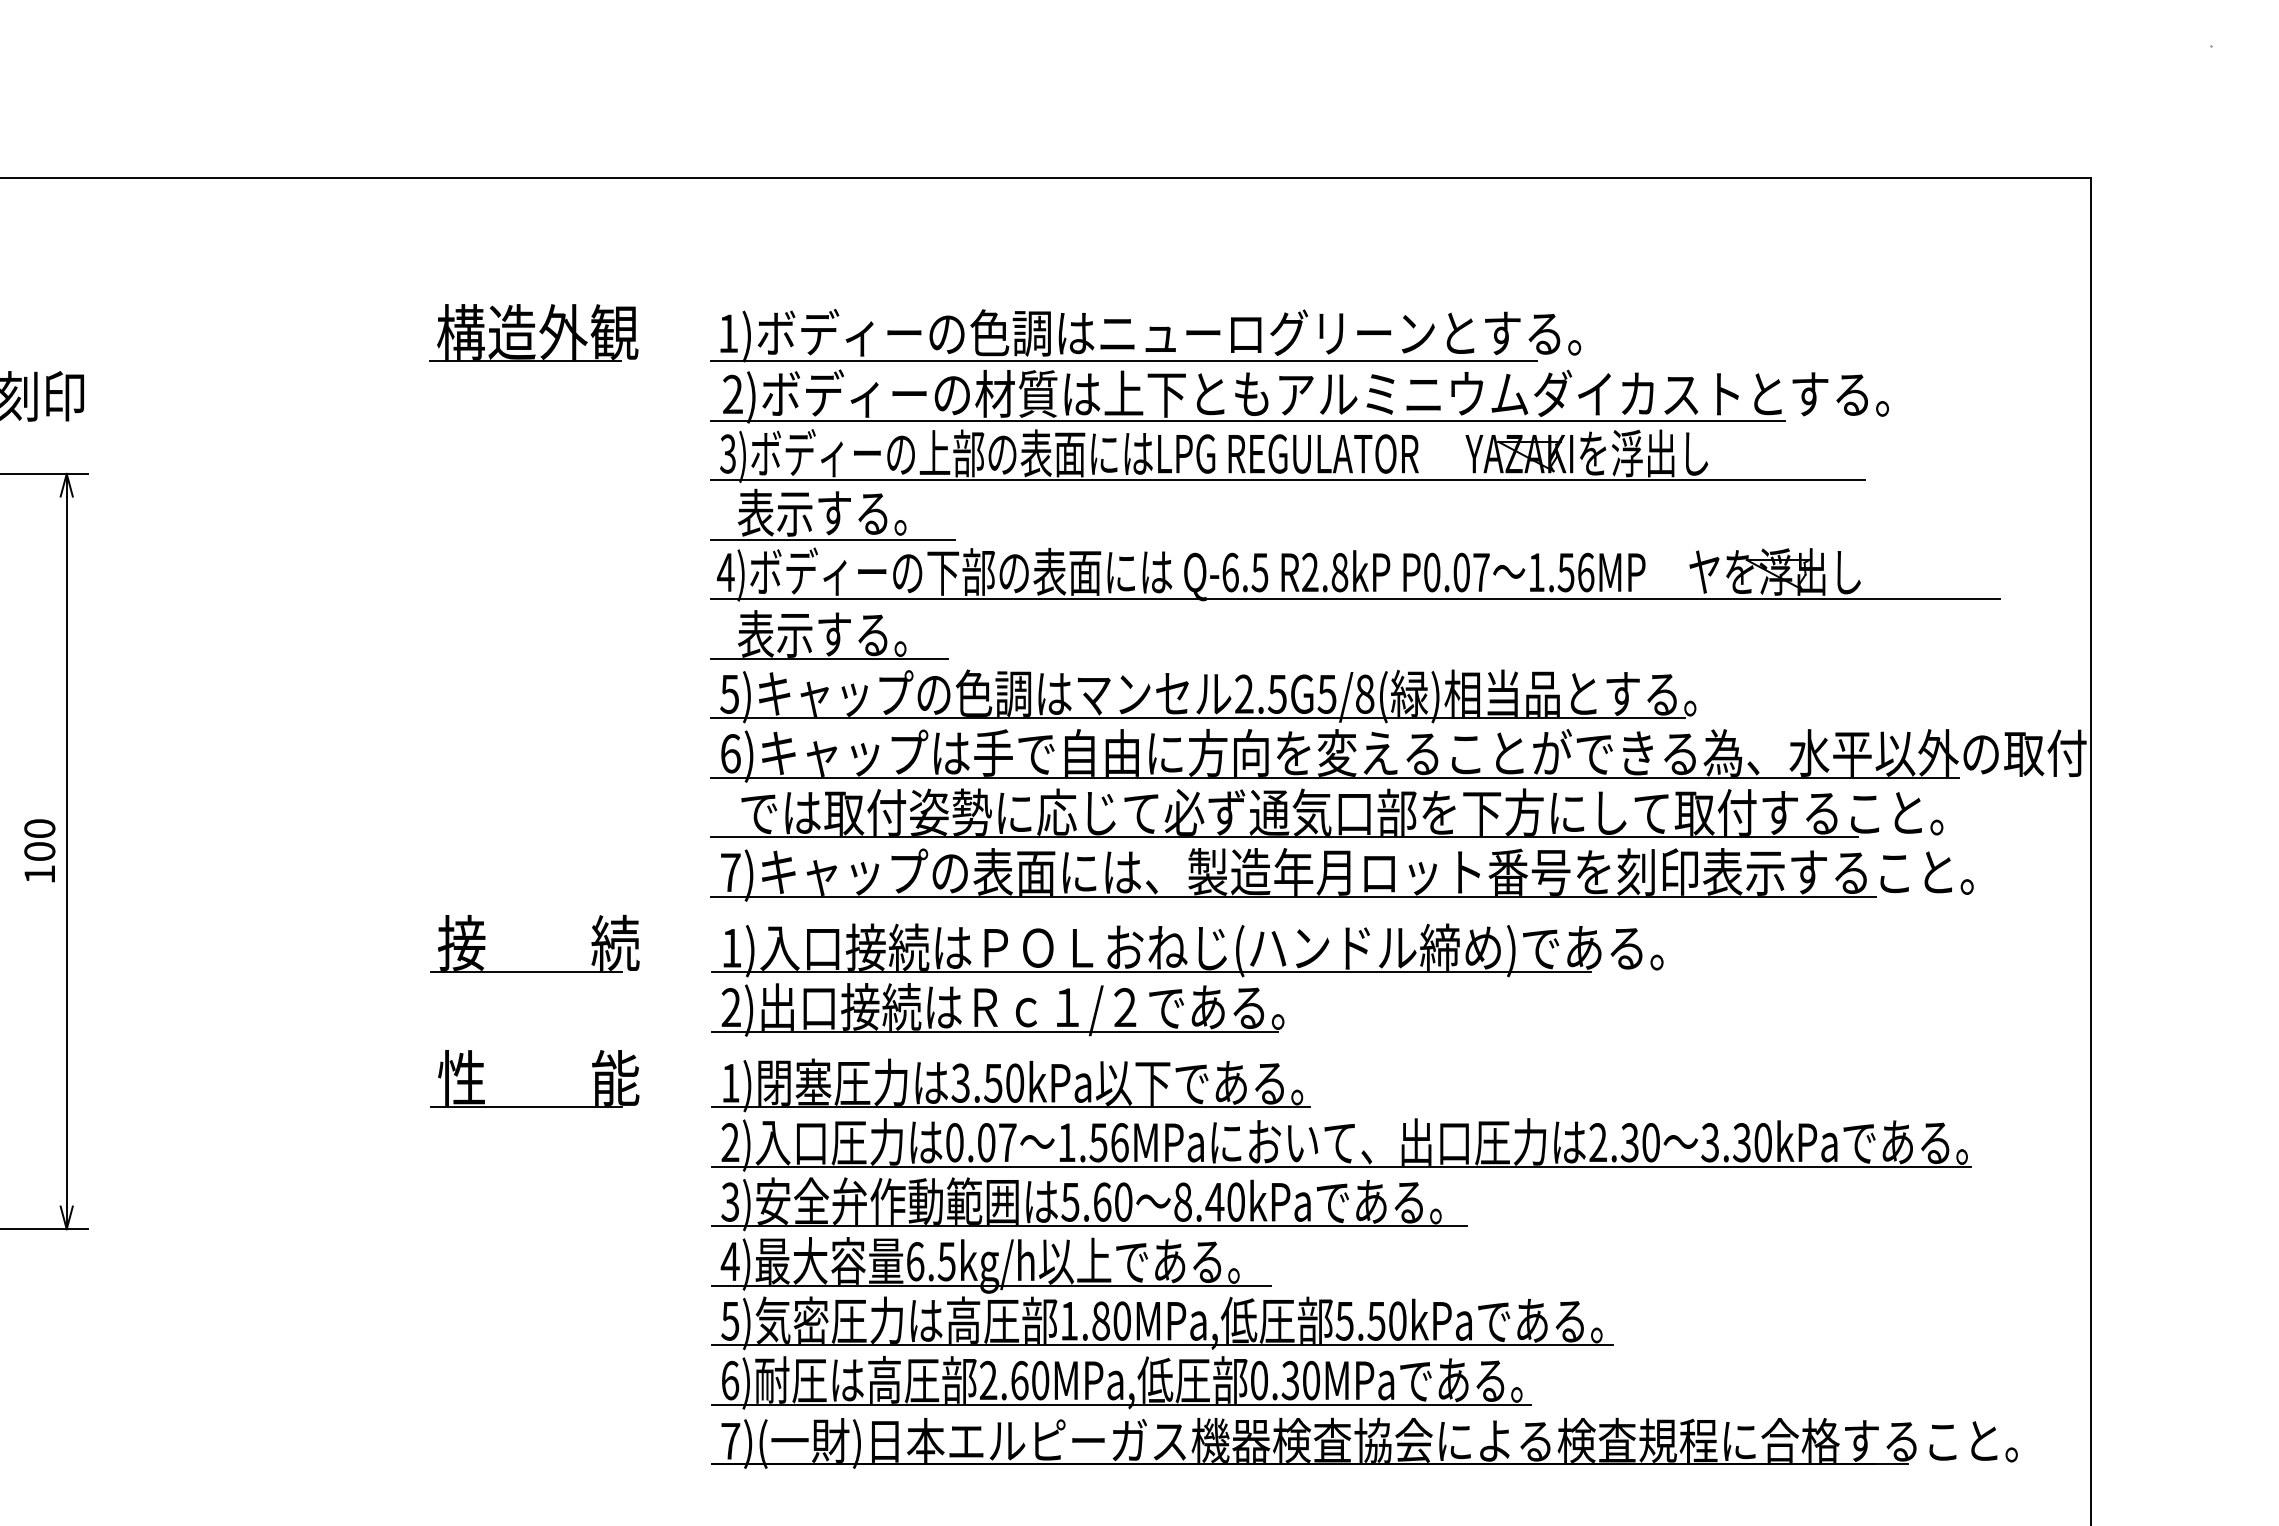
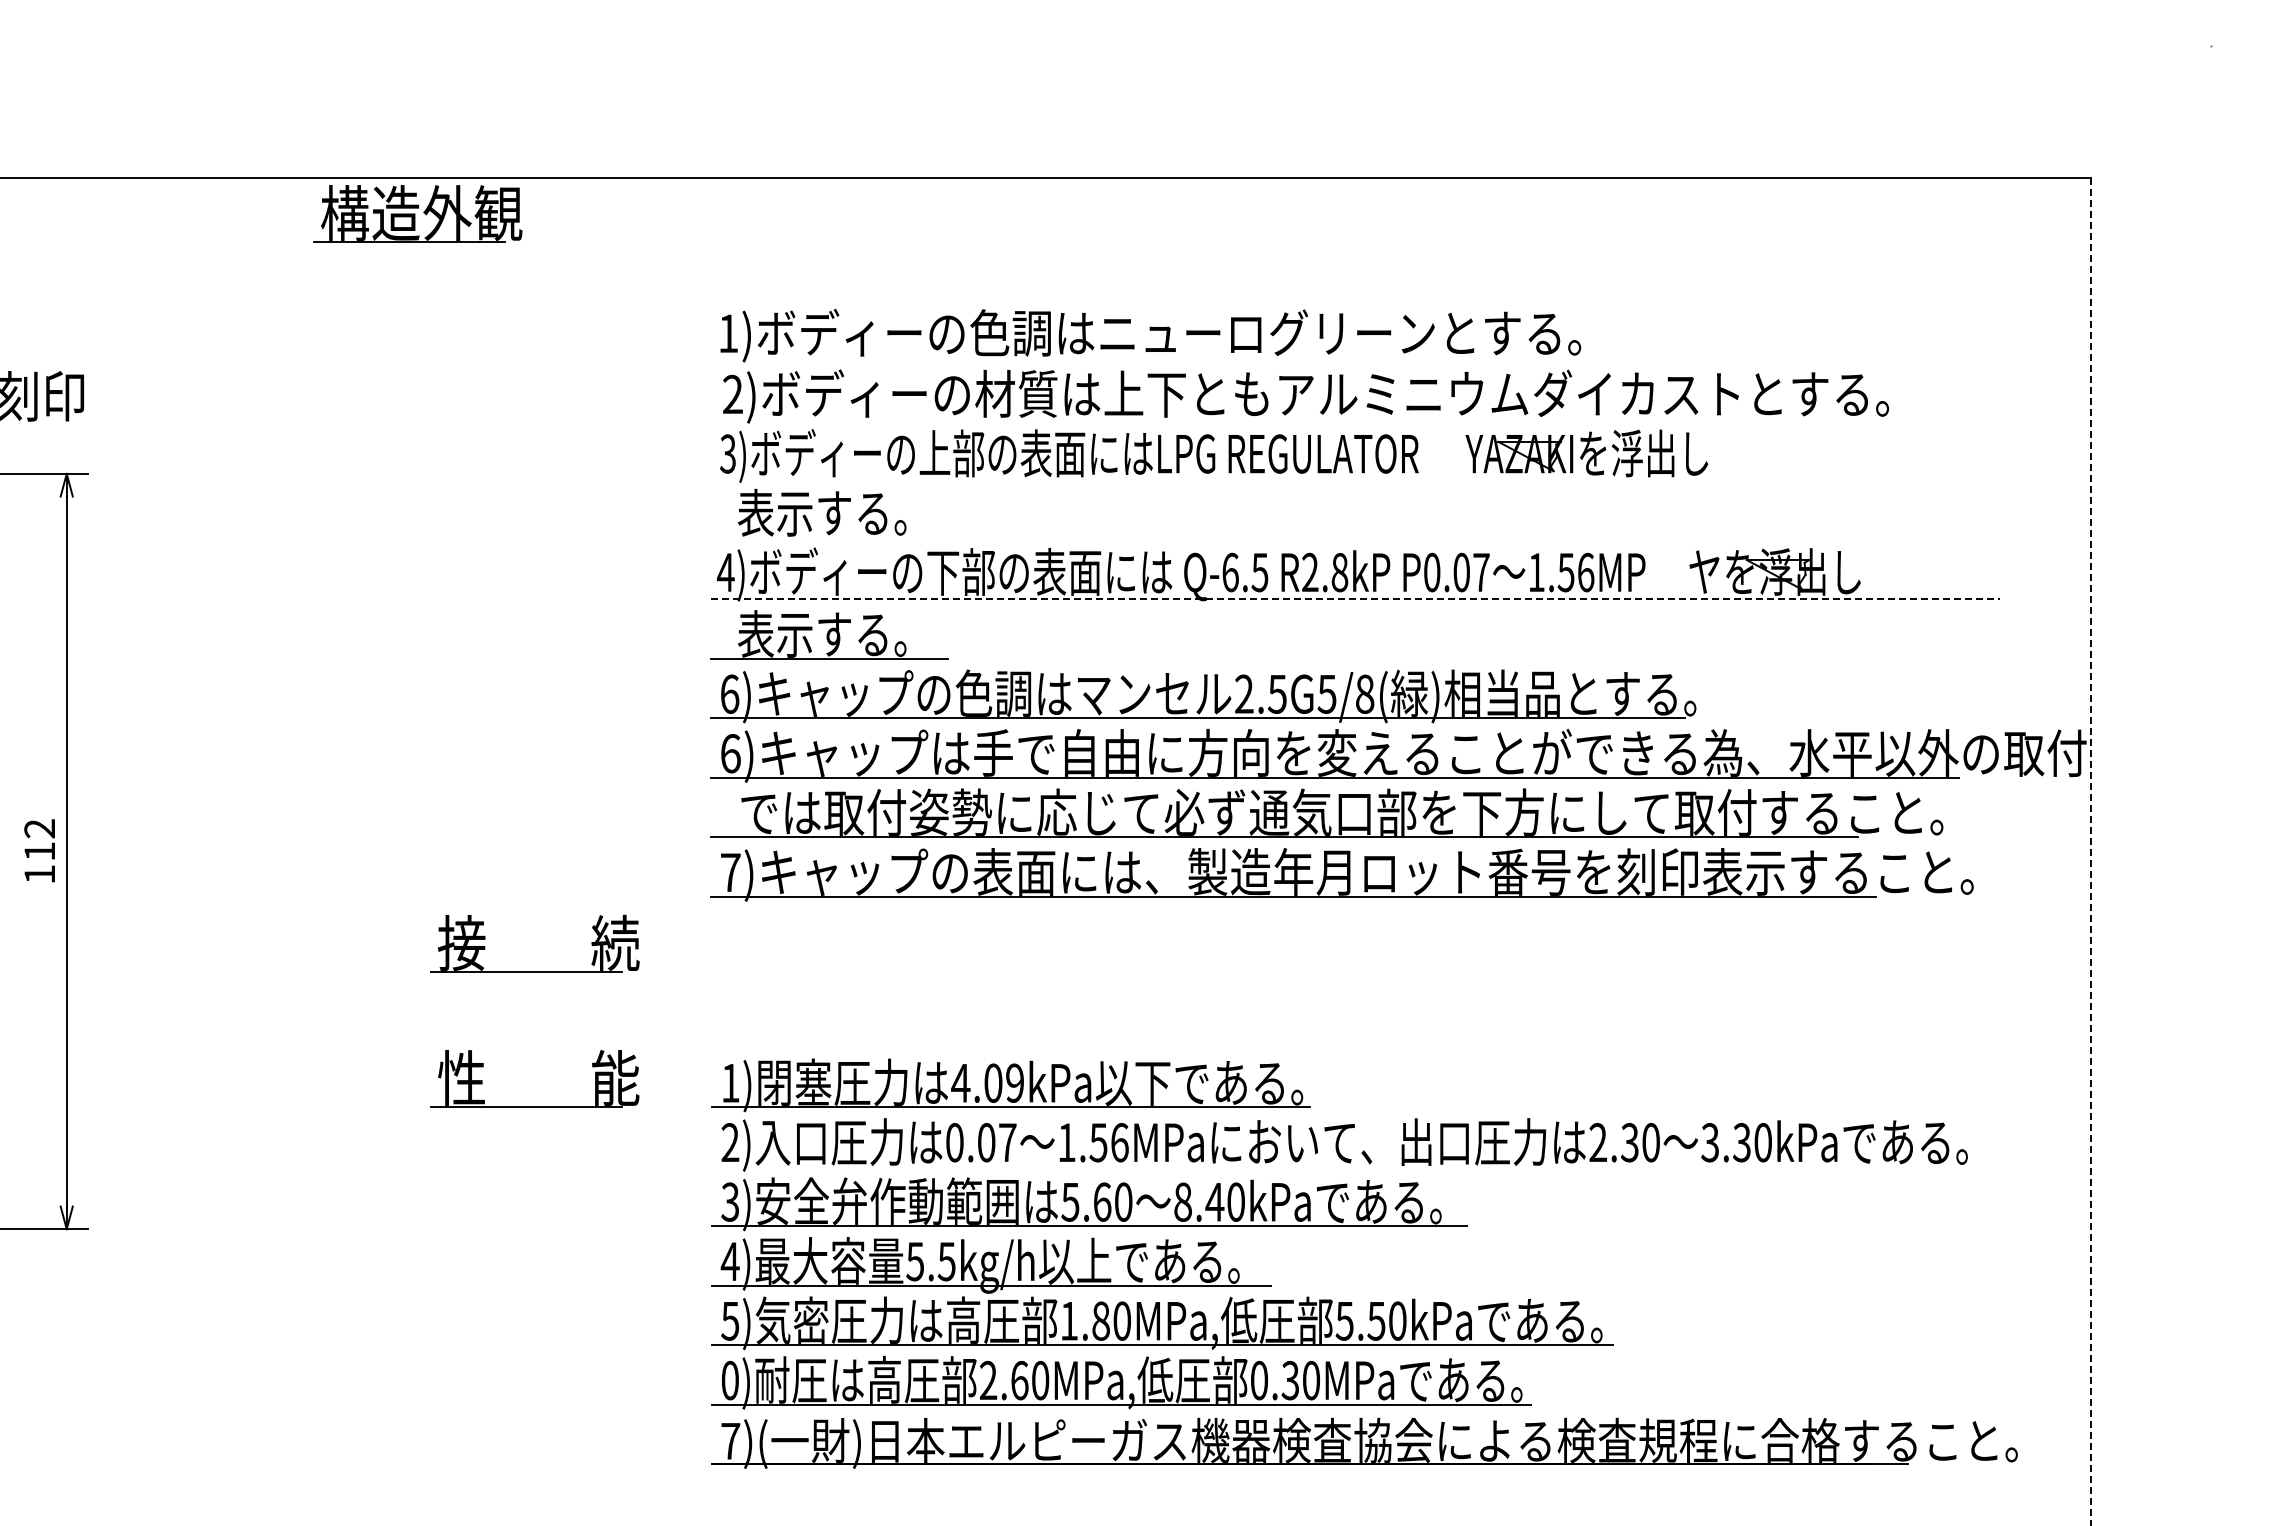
part at (533, 332) position: (533, 332) -> (417, 213)
line at (1123, 361): present -> none
line at (1247, 420): present -> none
line at (1287, 480): present -> none
line at (832, 539): present -> none
line at (1355, 599): solid -> dashed
text at (729, 693): 5) -> 6)
text at (39, 839): 100 -> 112
line at (2090, 851): solid -> dashed
part at (1187, 972): present -> none
text at (987, 1082): 3.50kPa -> 4.09kPa
line at (1340, 1166): present -> none
text at (915, 1261): 6.5kg/h -> 5.5kg/h
text at (730, 1380): 6) -> 0)
